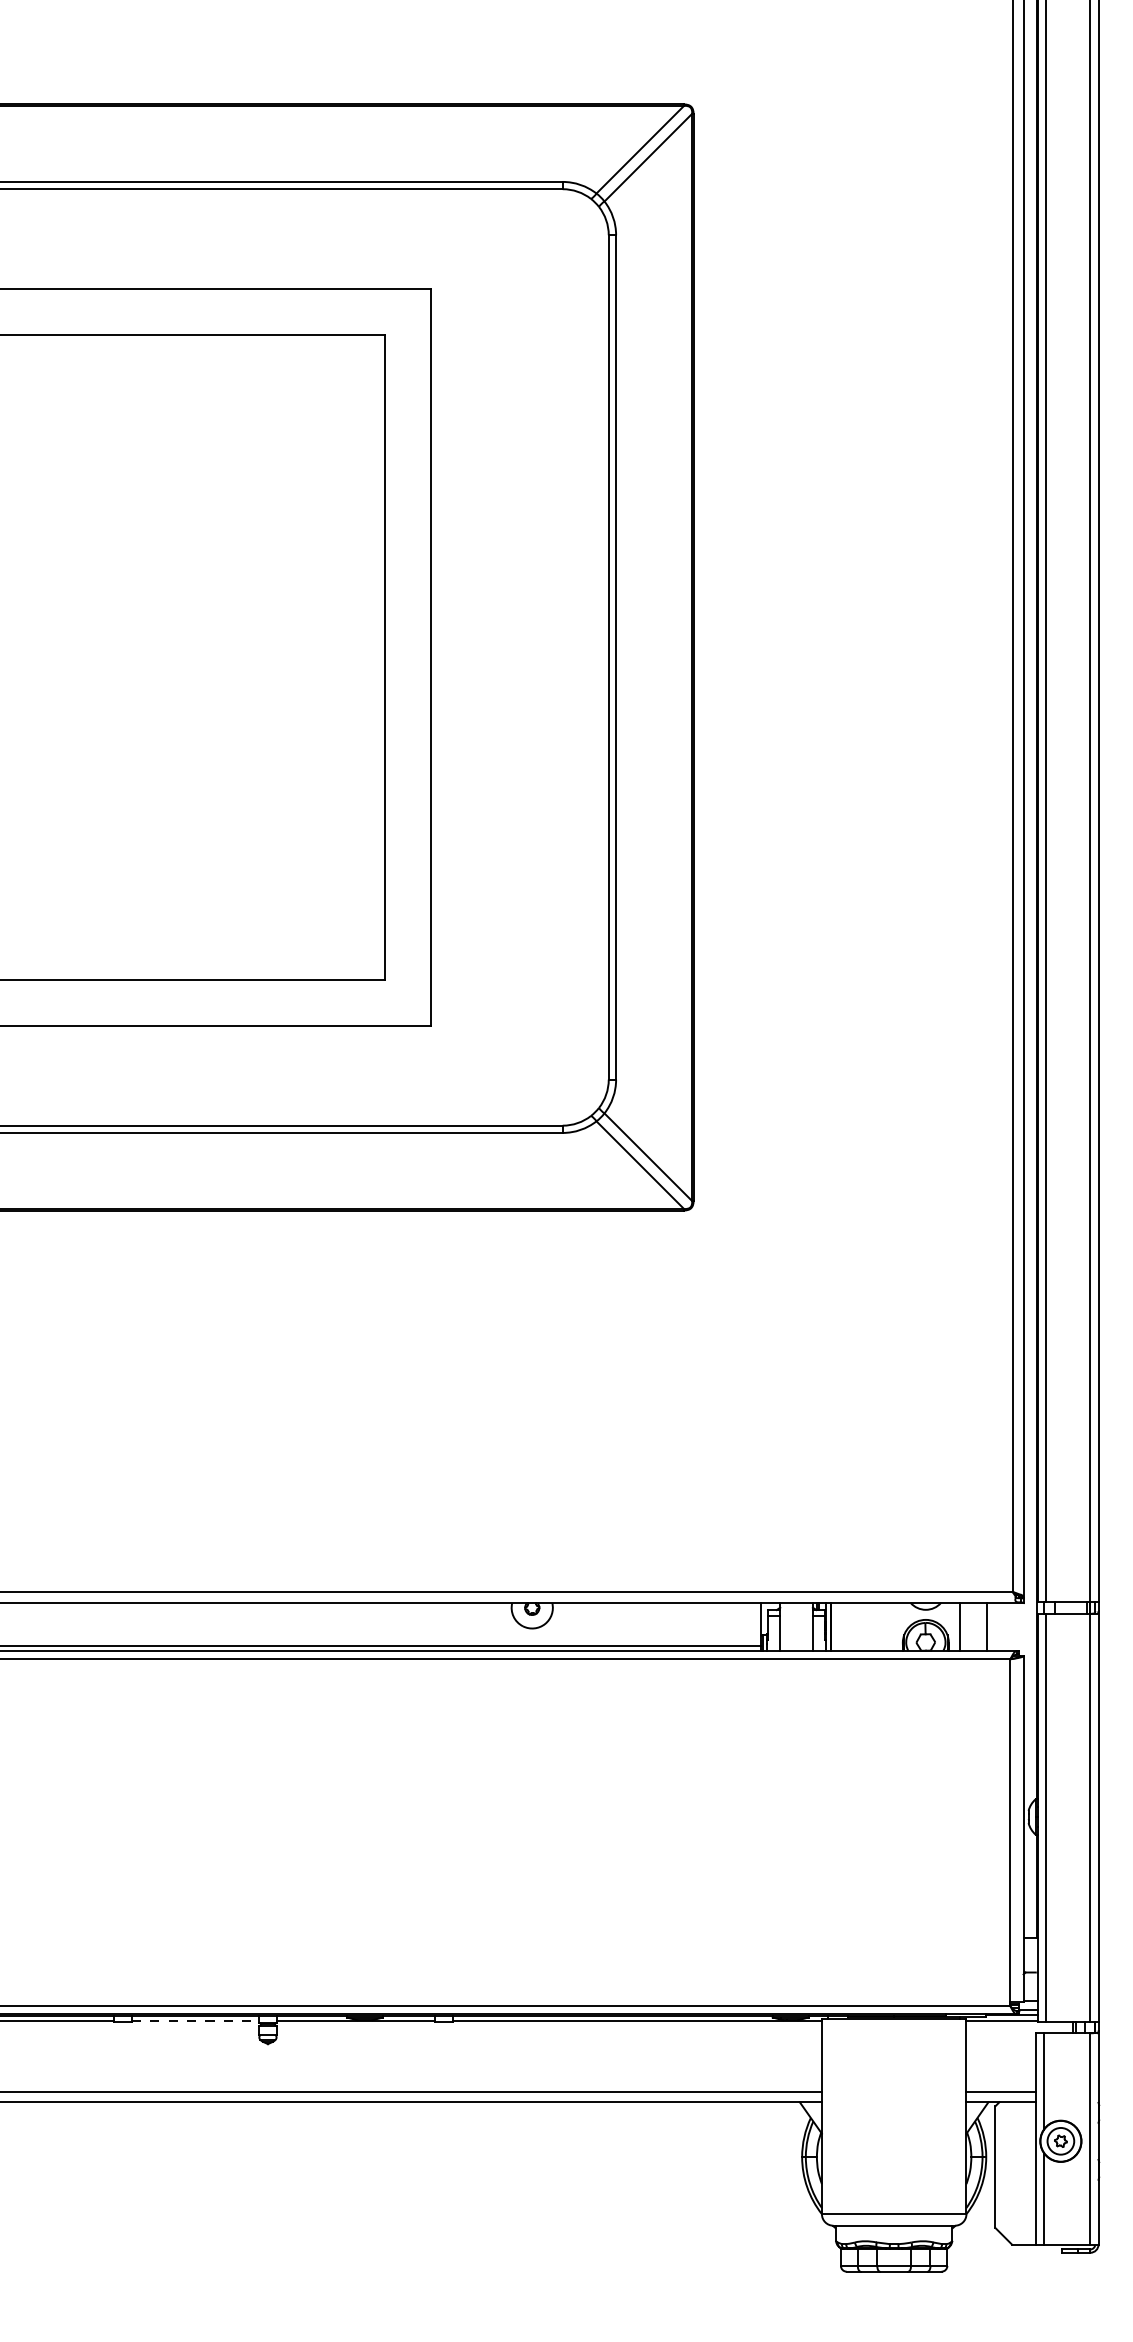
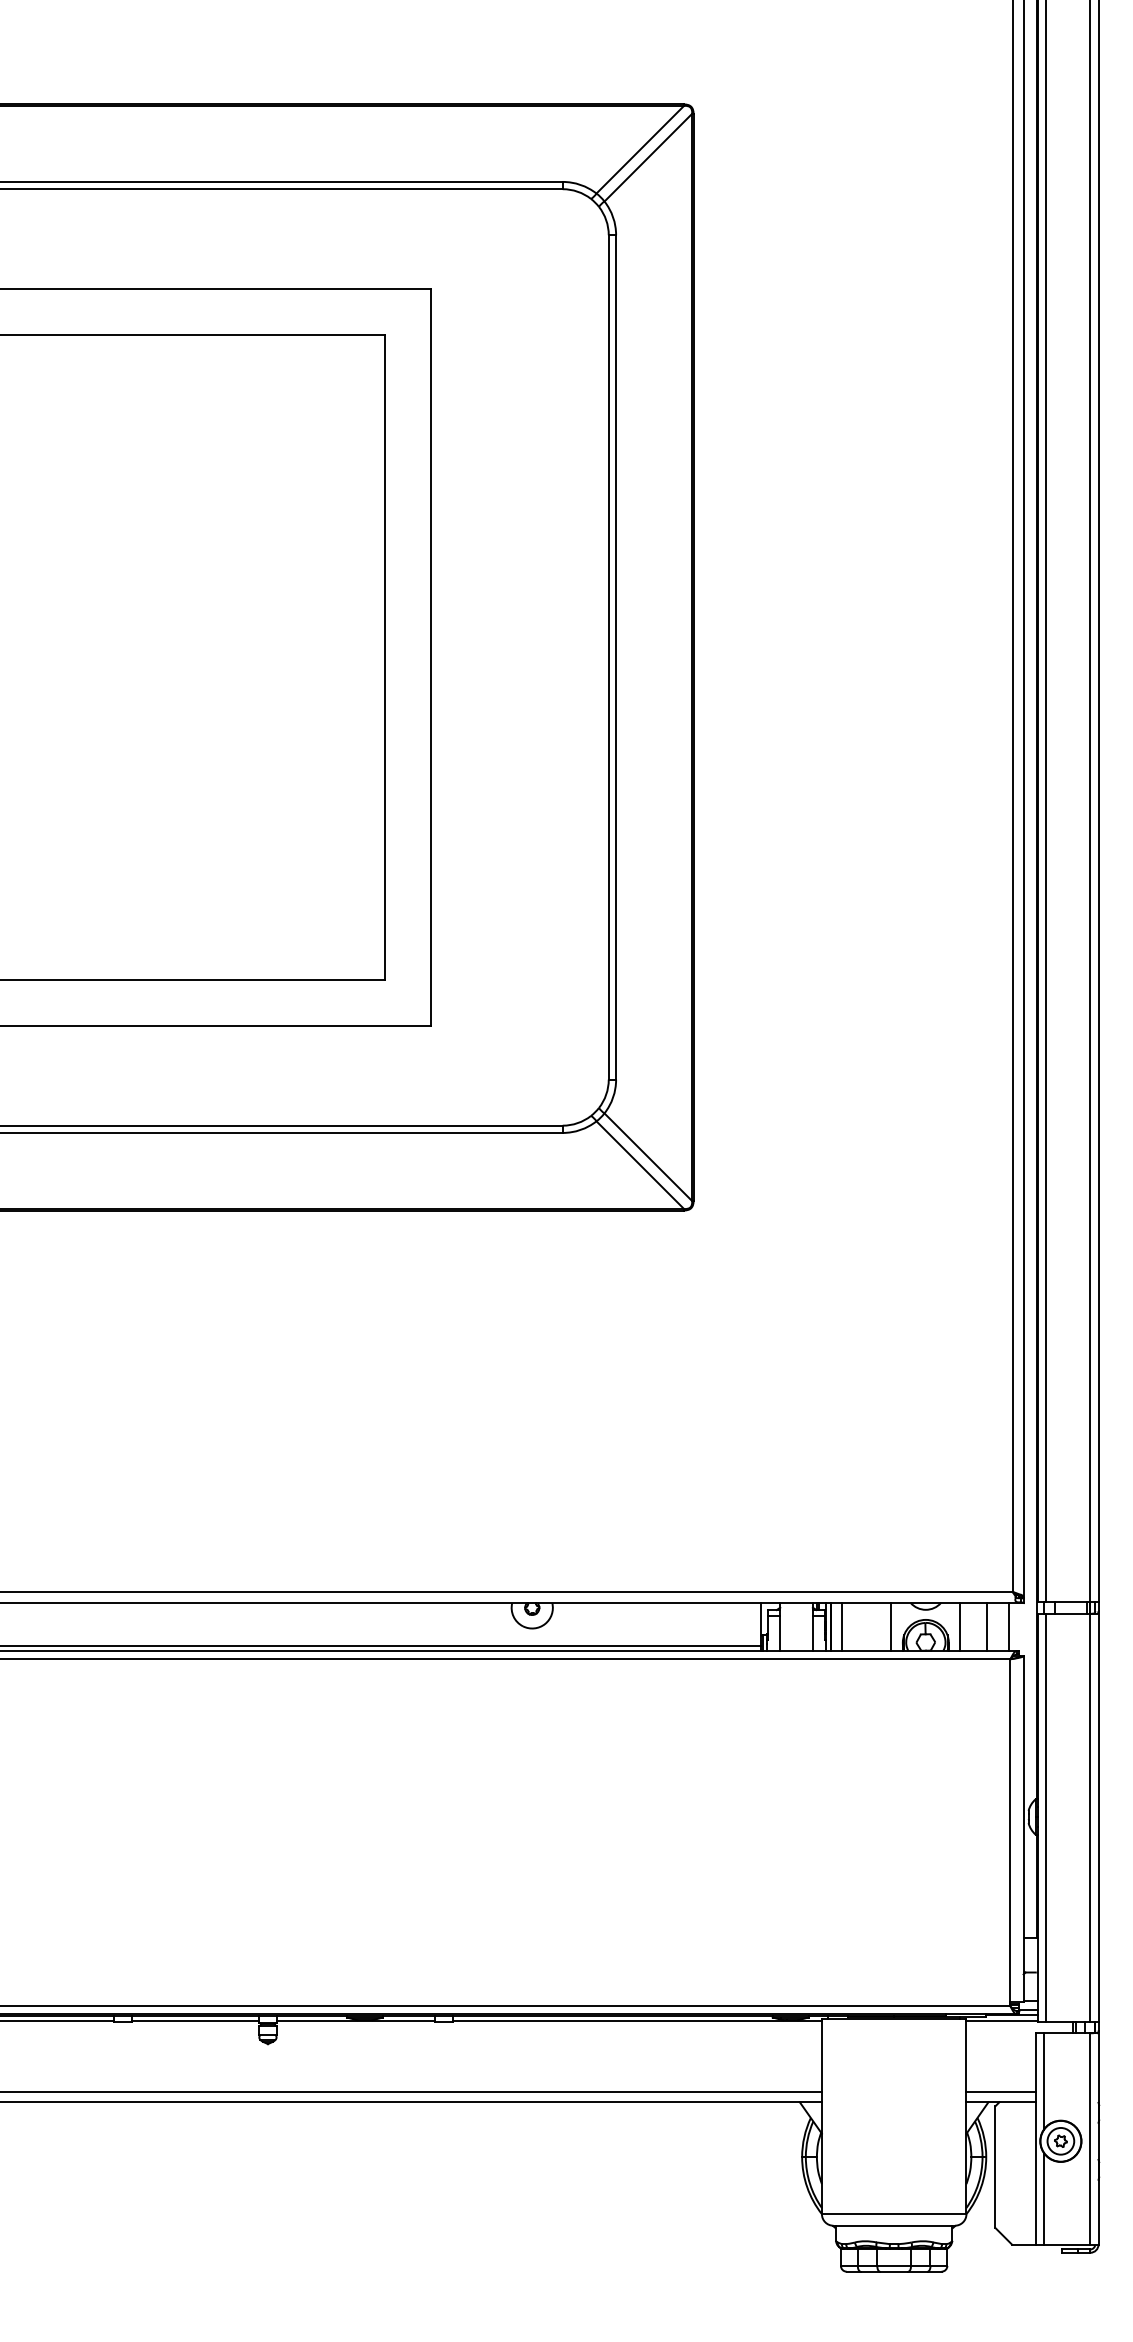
line at (842, 1627): none -> present
line at (891, 1627): none -> present
line at (1008, 1627): none -> present
line at (195, 2020): dashed -> solid
